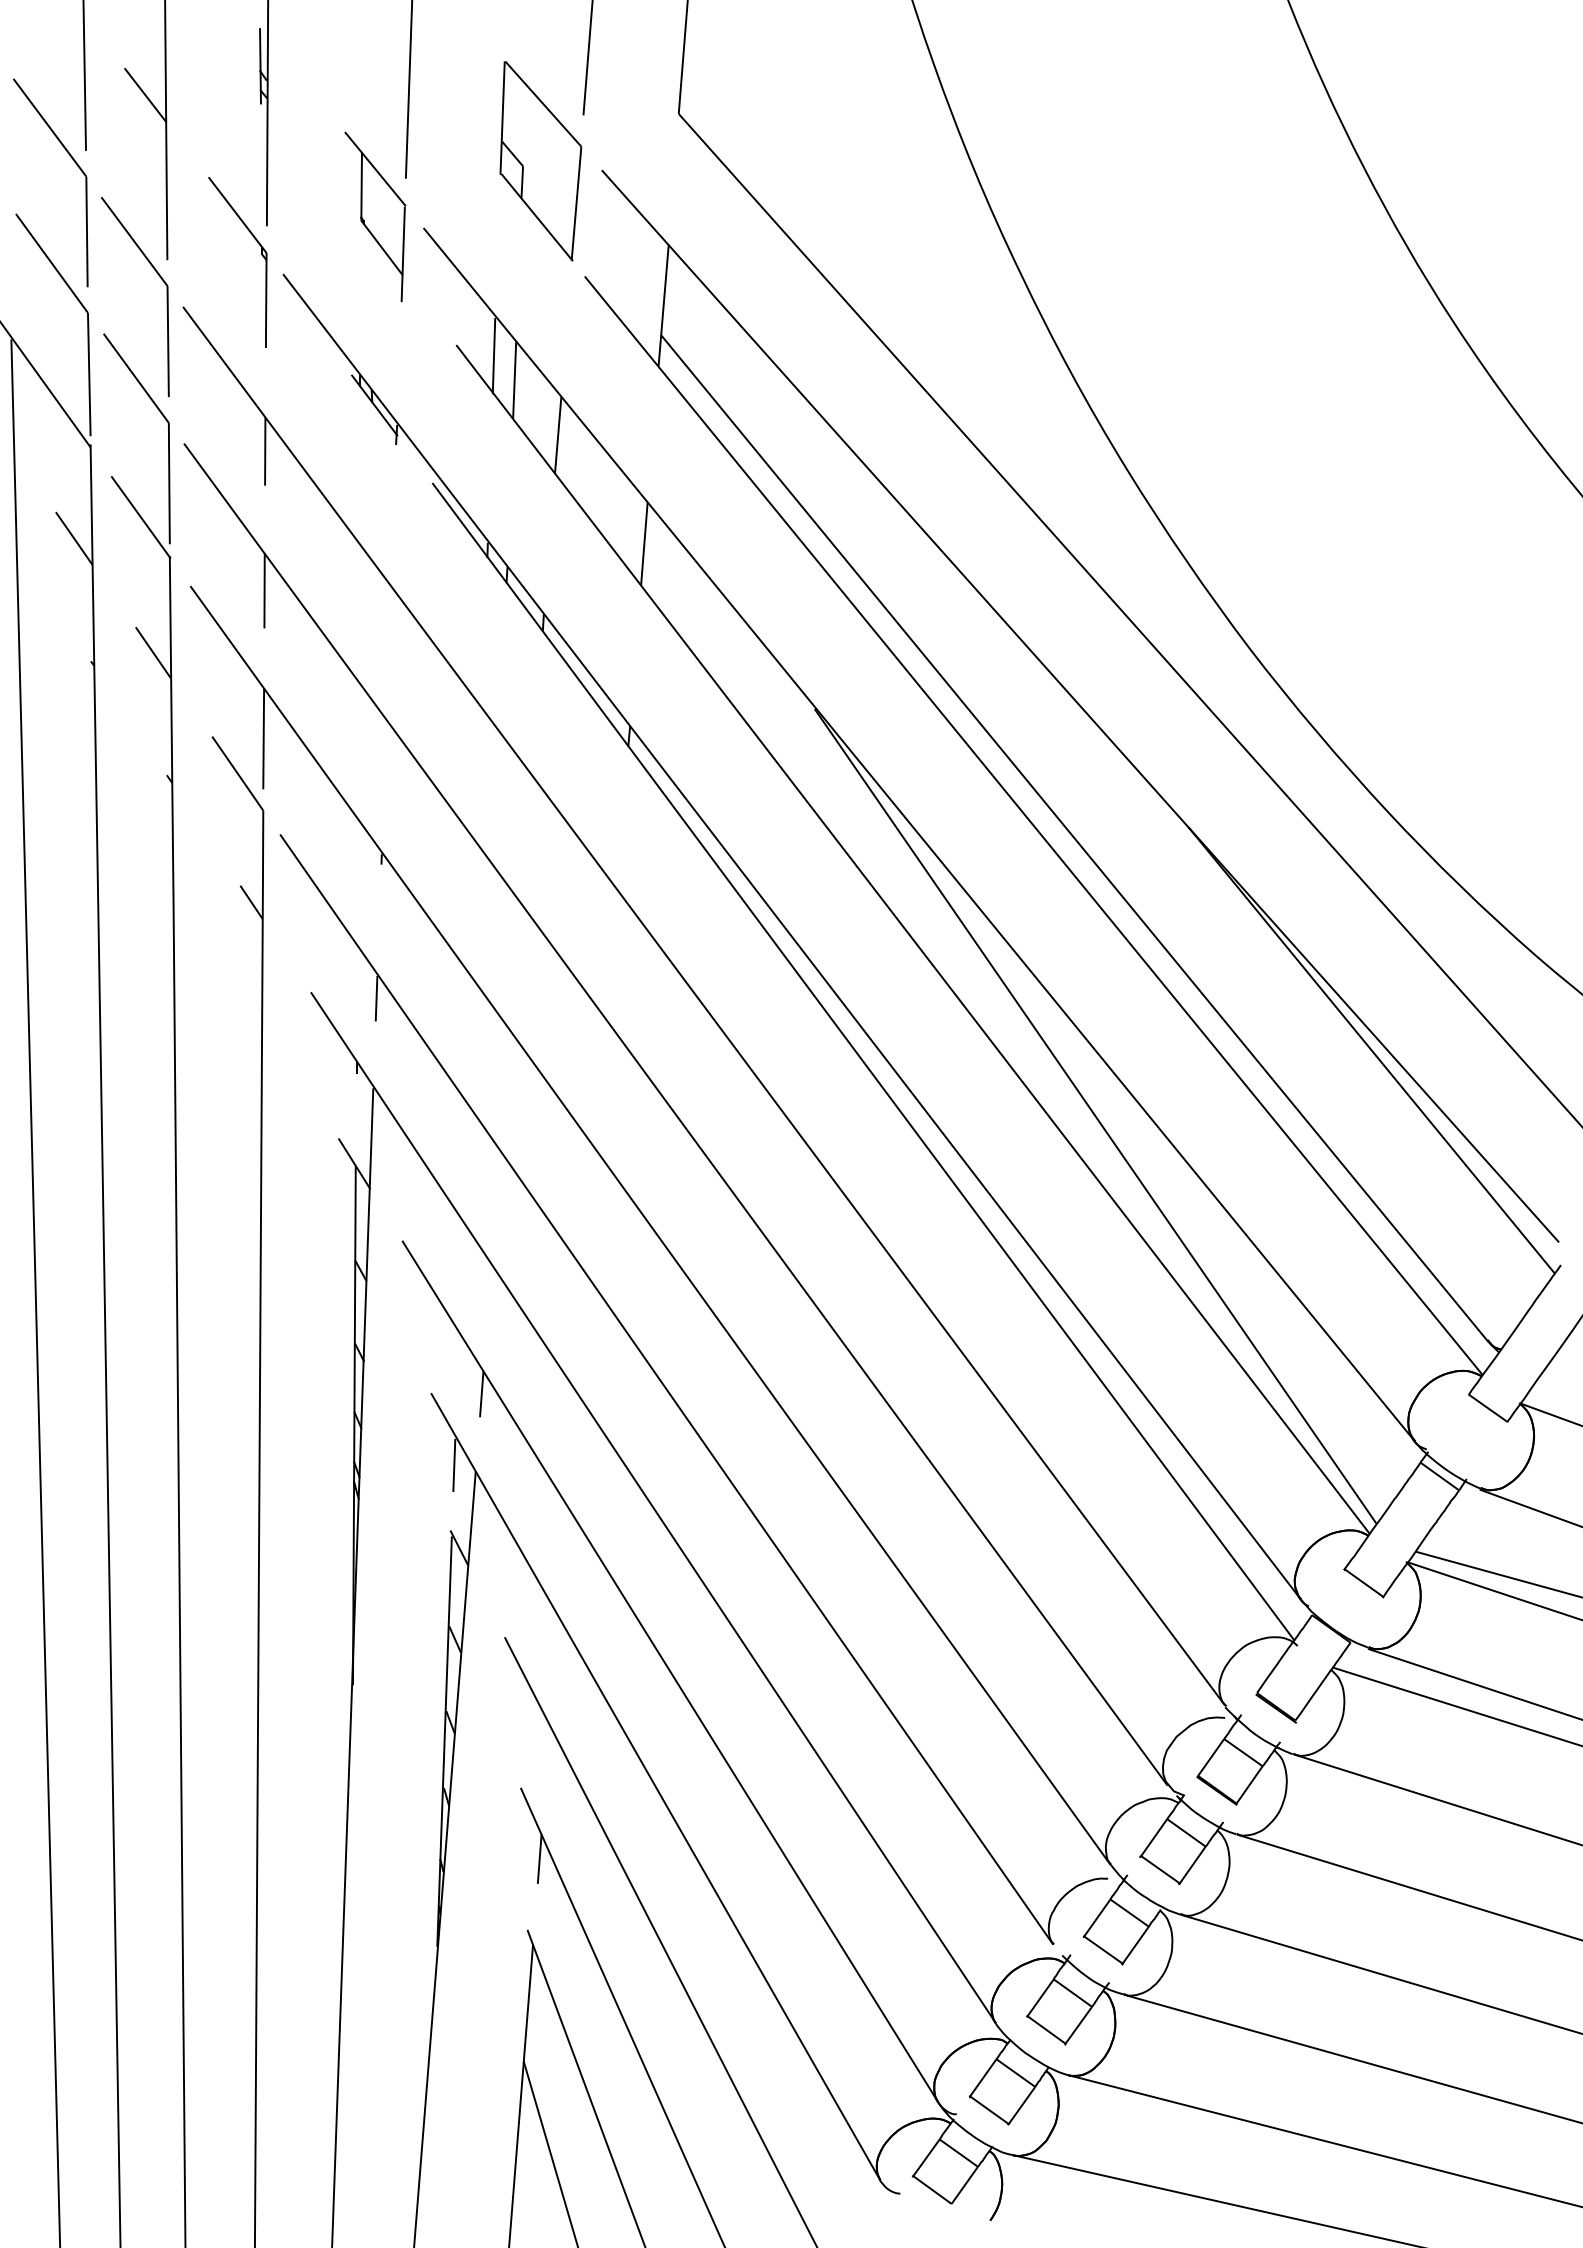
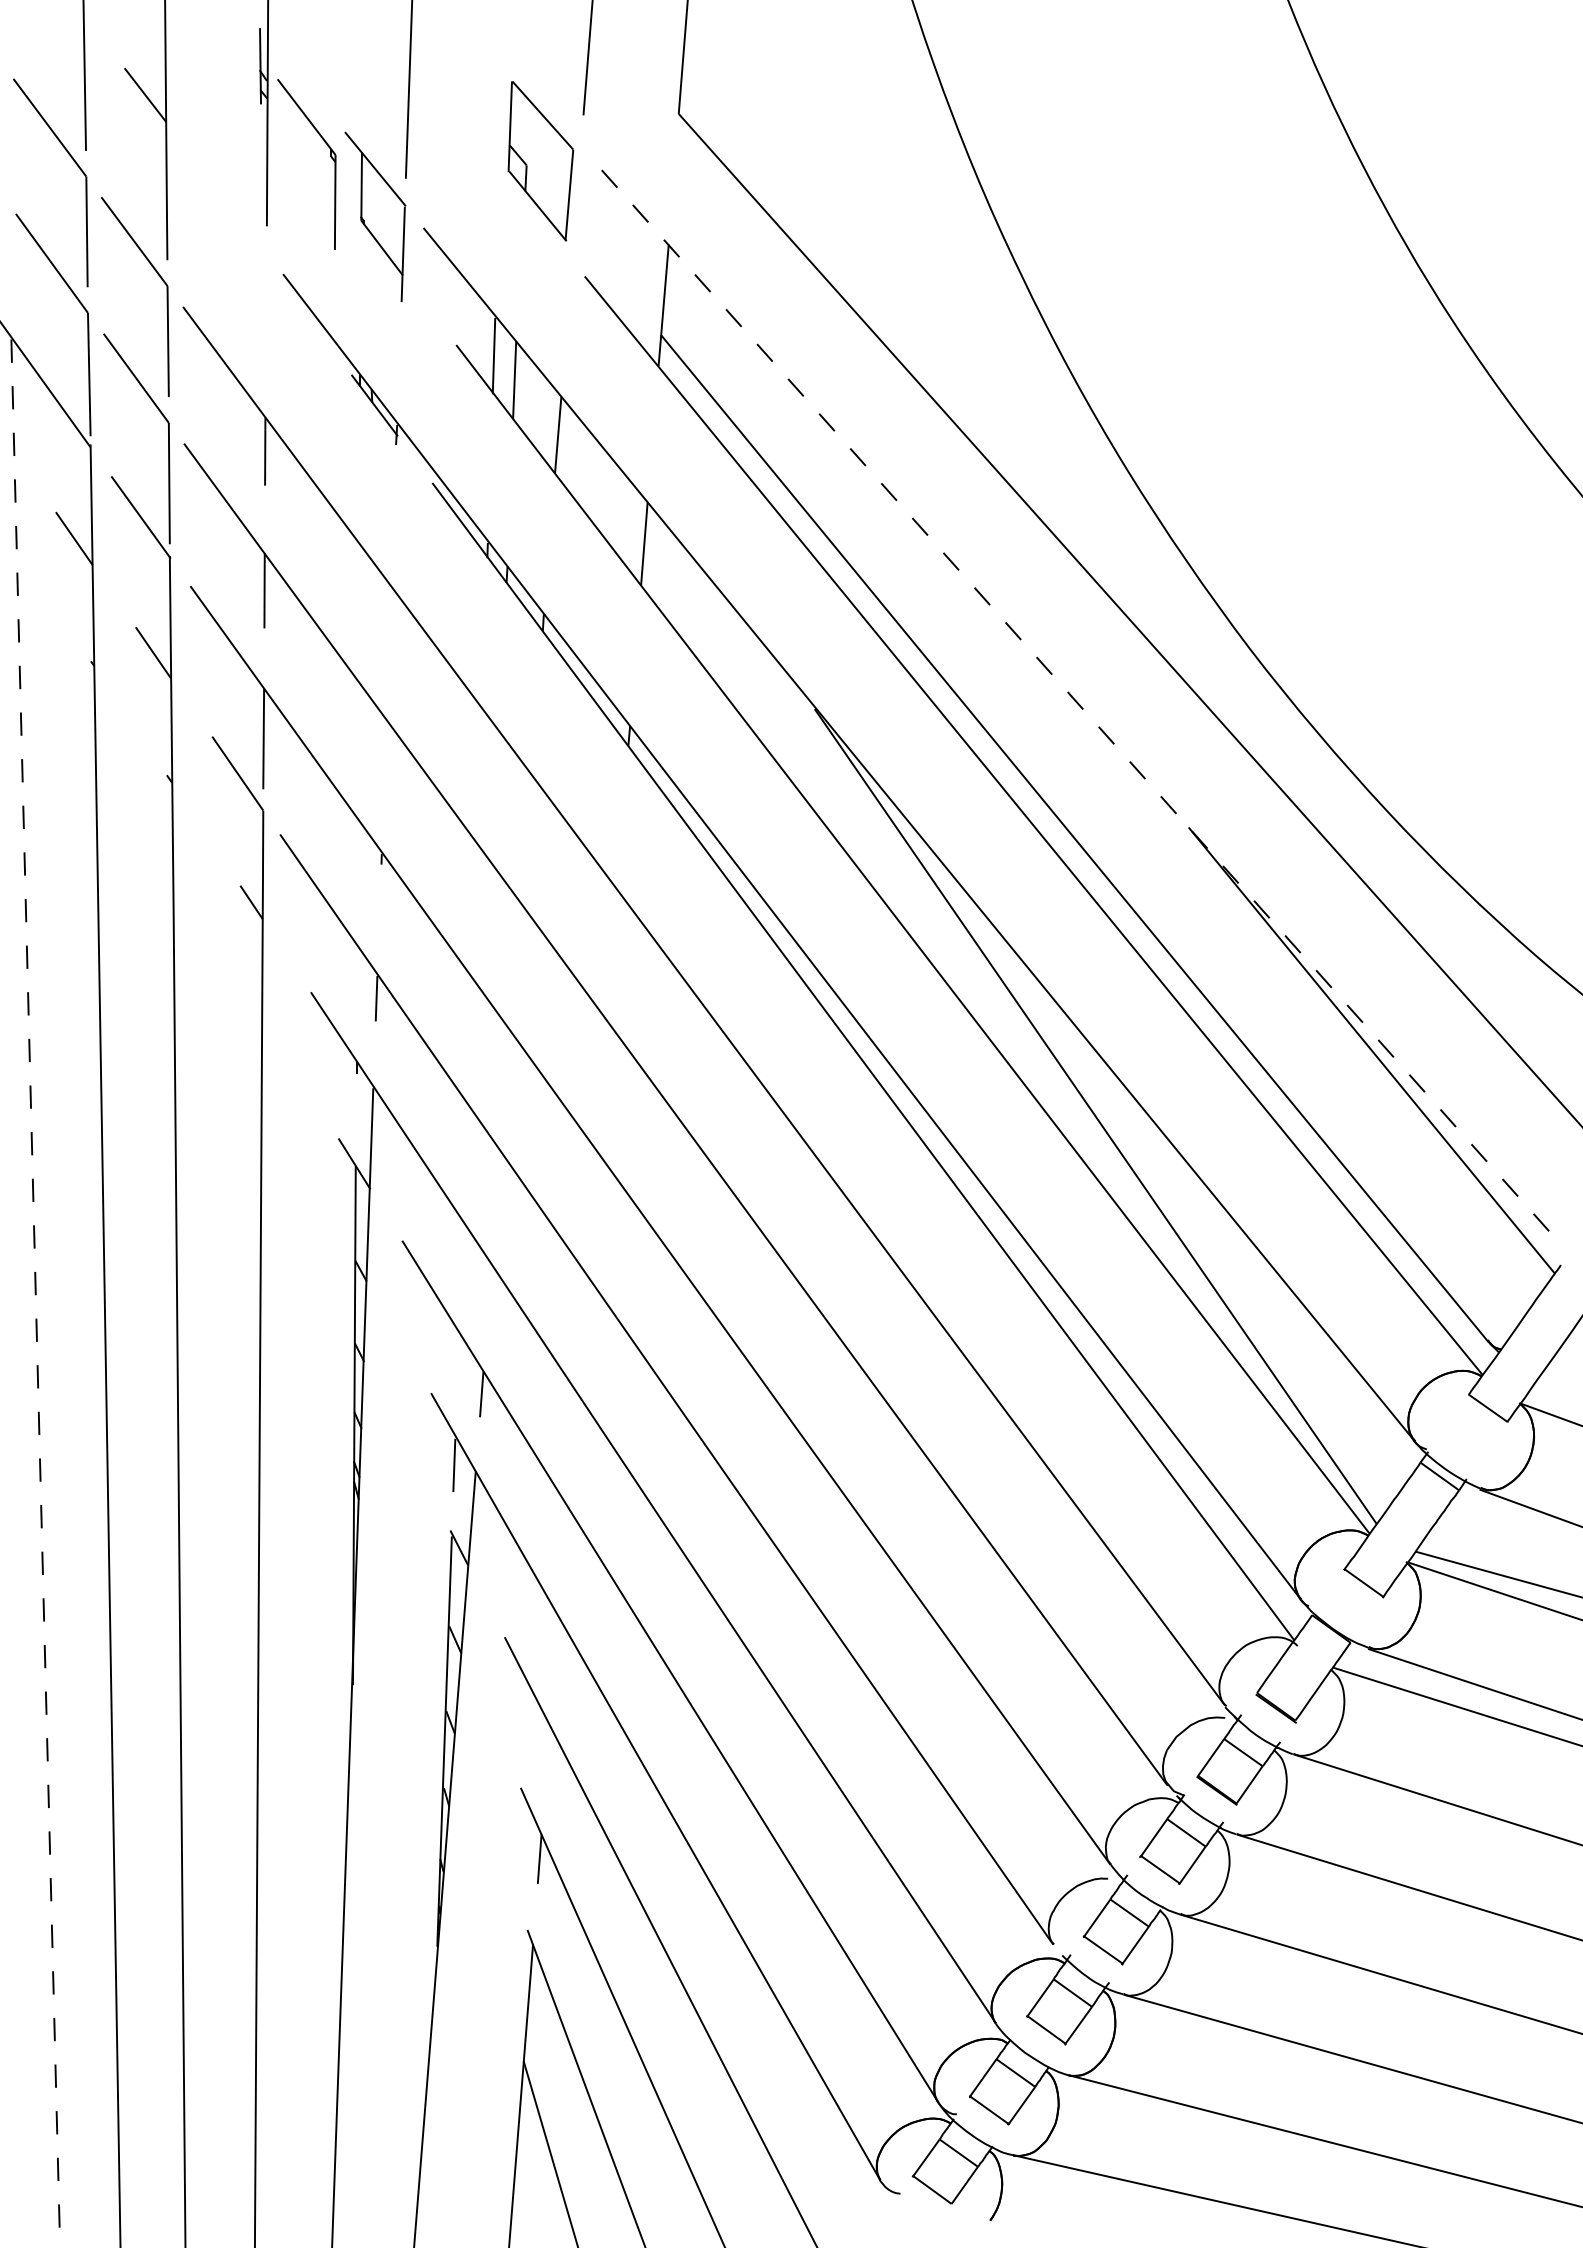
part at (540, 161) size: 84x201 px -> 68x161 px
part at (261, 255) position: (261, 255) -> (330, 157)
line at (1080, 706): solid -> dashed
line at (35, 1294): solid -> dashed
